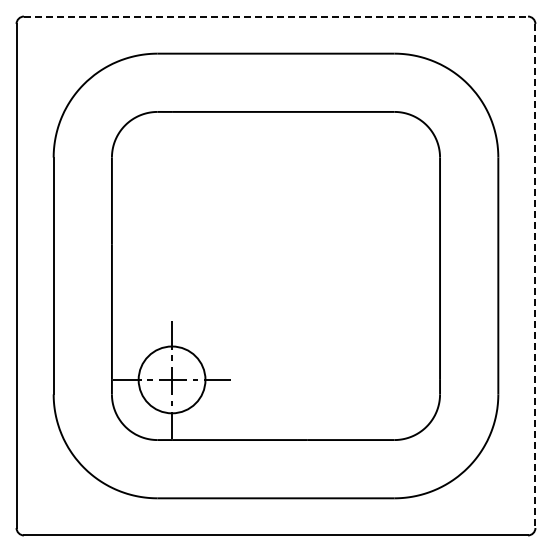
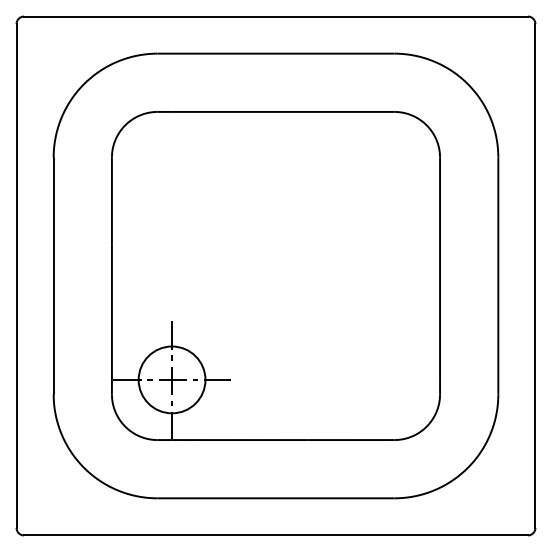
line at (276, 16): dashed -> solid
line at (535, 276): dashed -> solid
